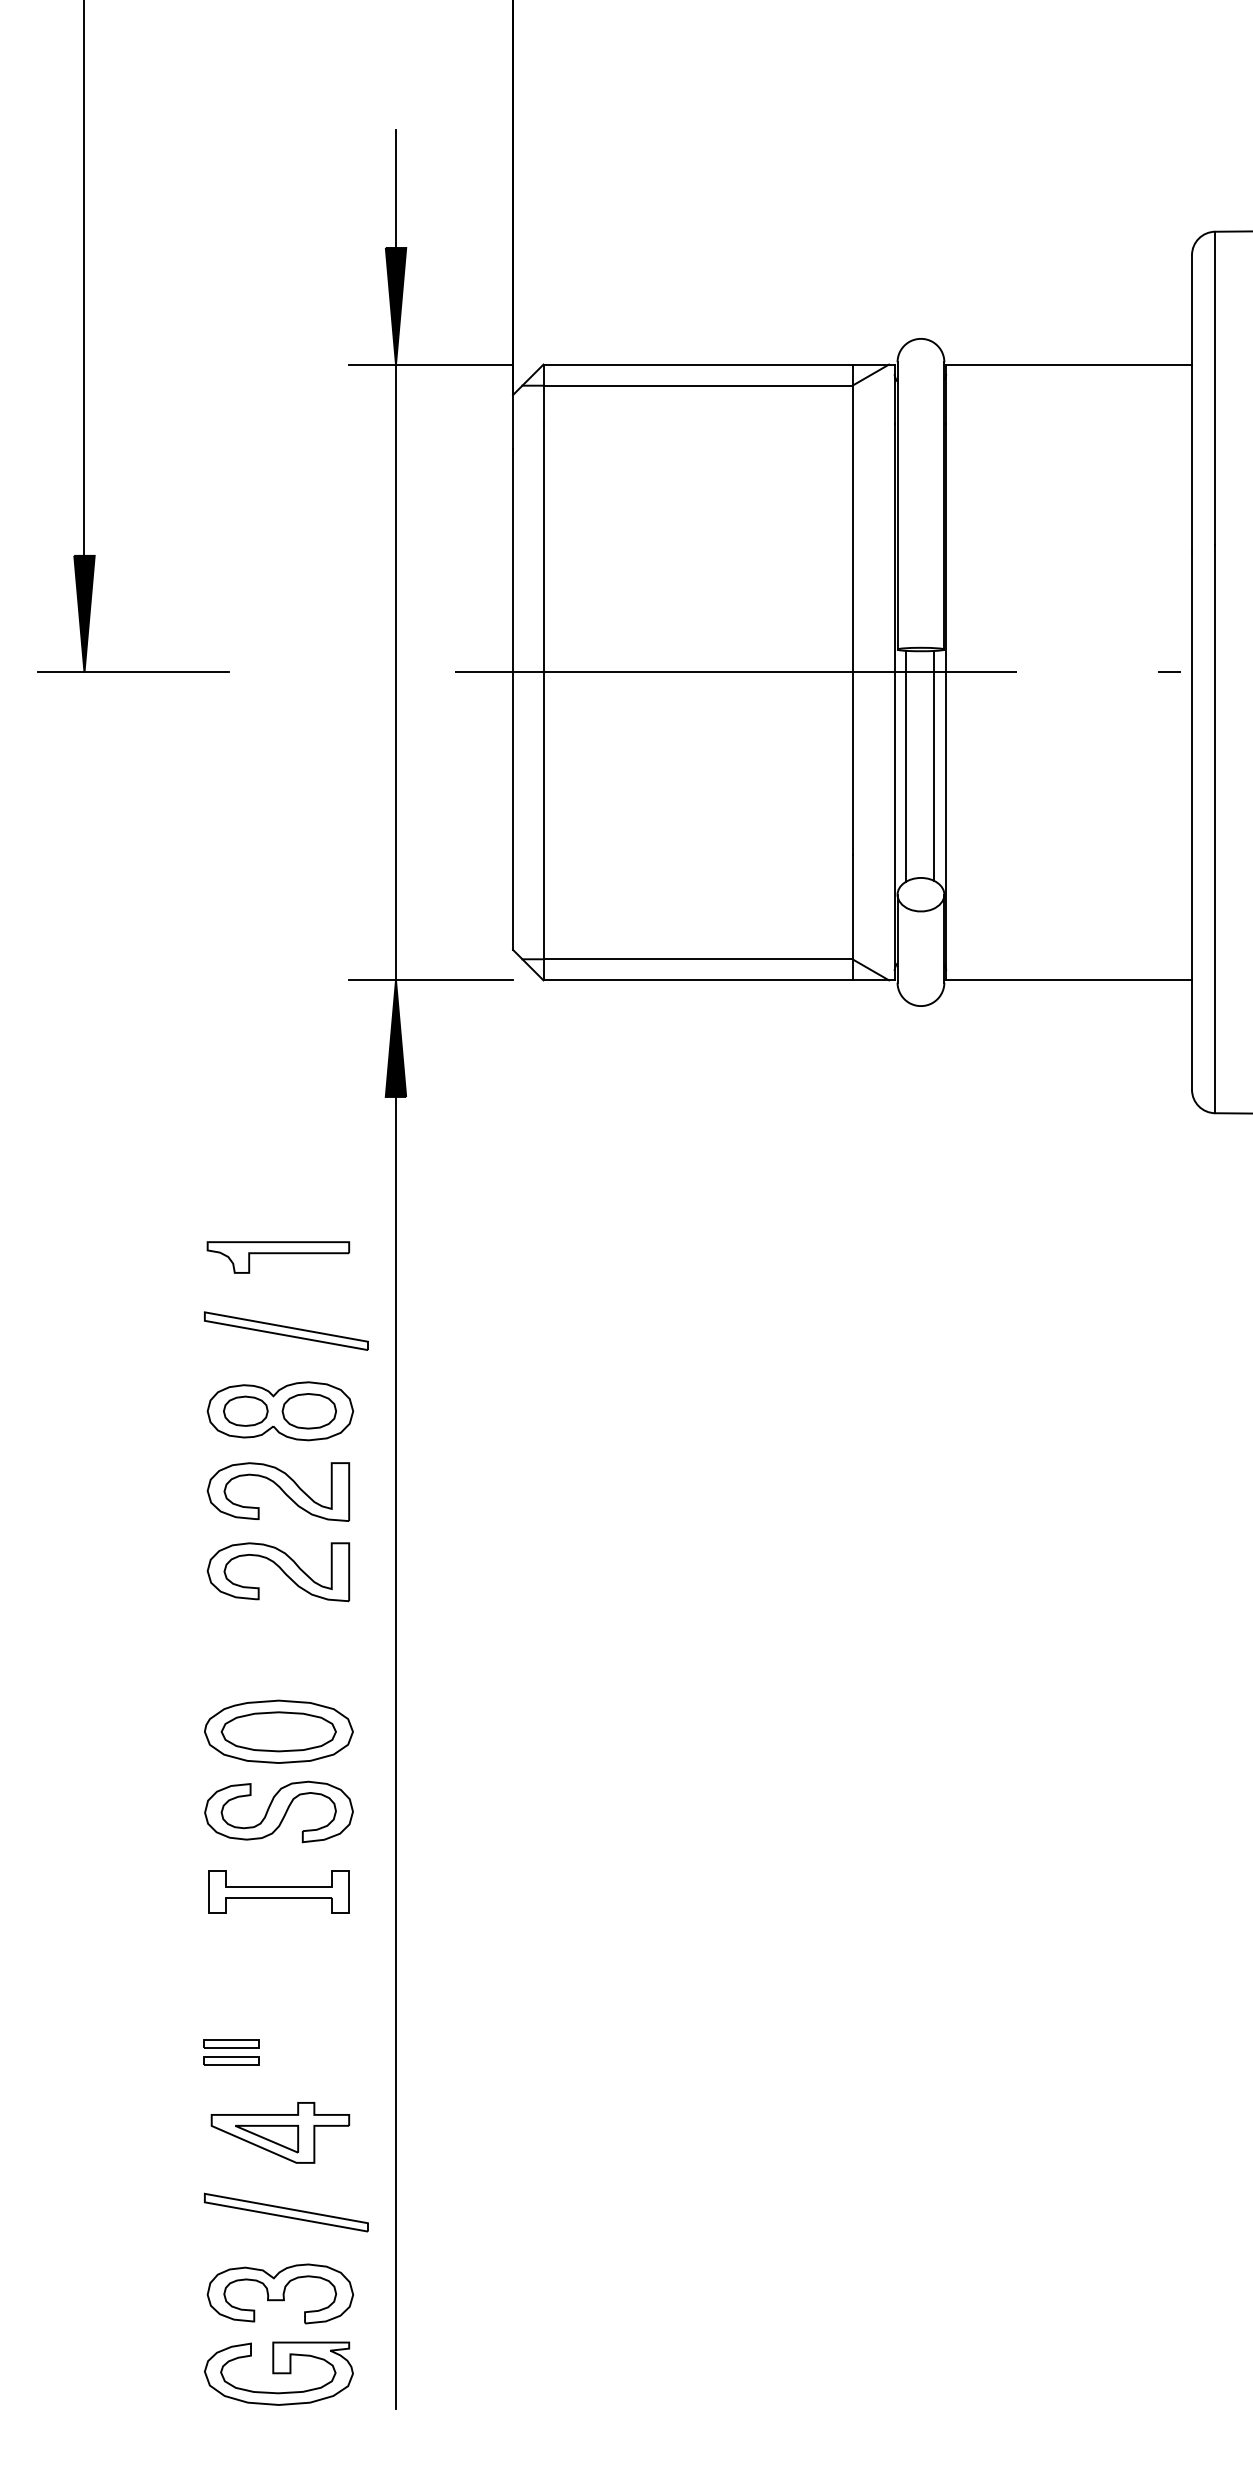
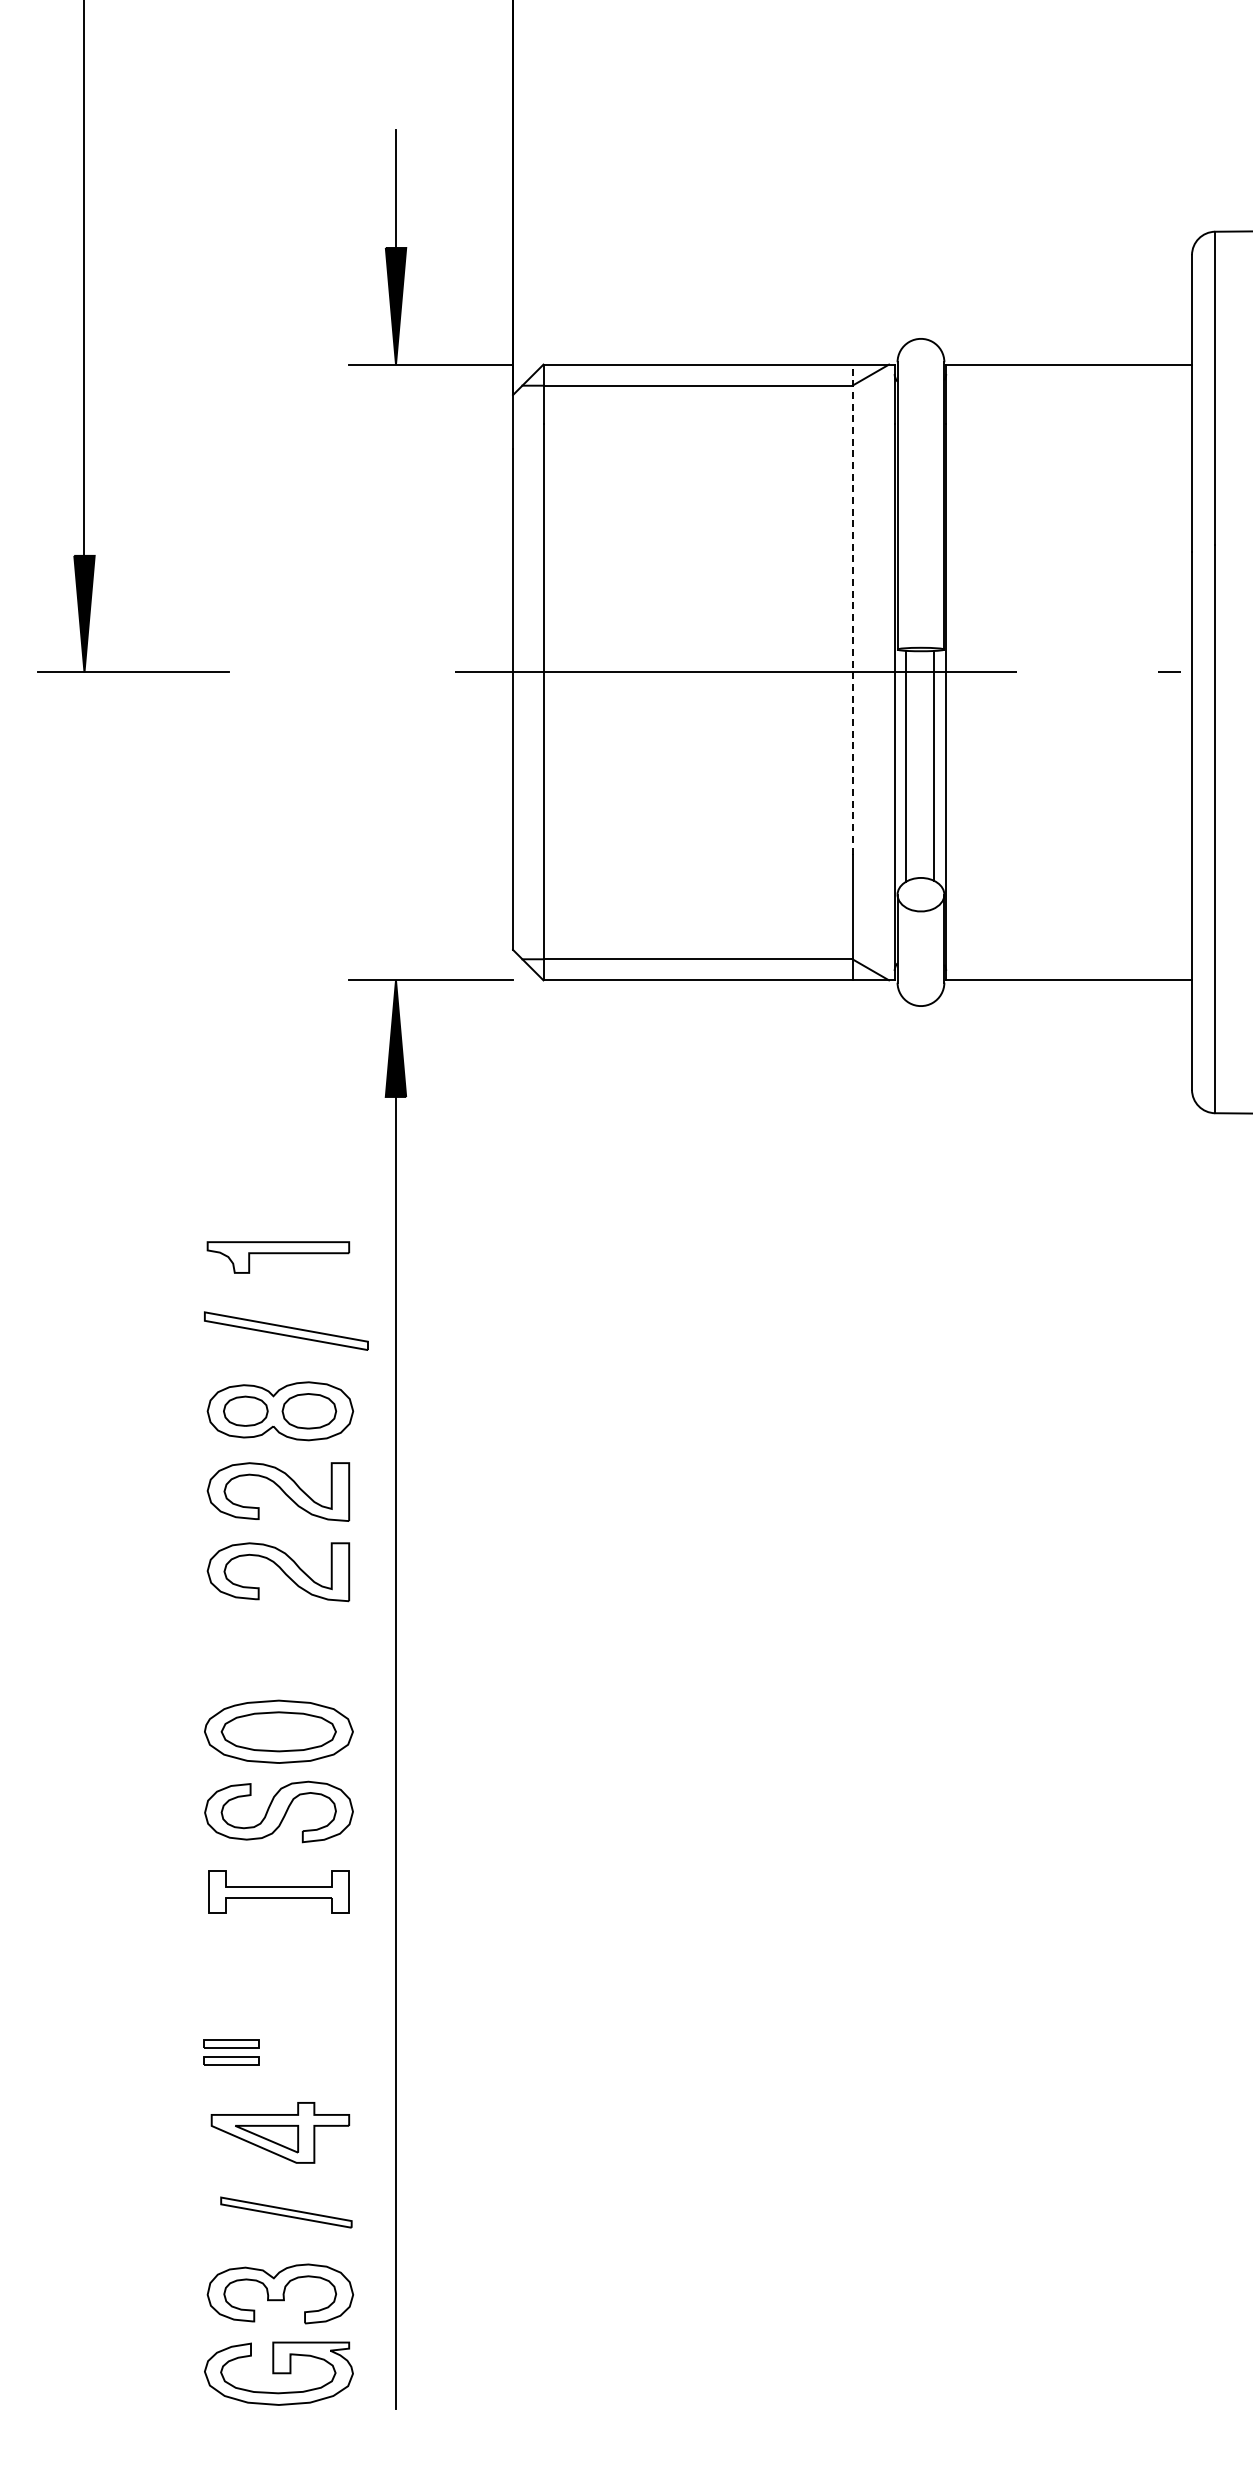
line at (852, 609): solid -> dashed
line at (396, 672): present -> none
part at (286, 2212) size: 165x41 px -> 133x33 px
